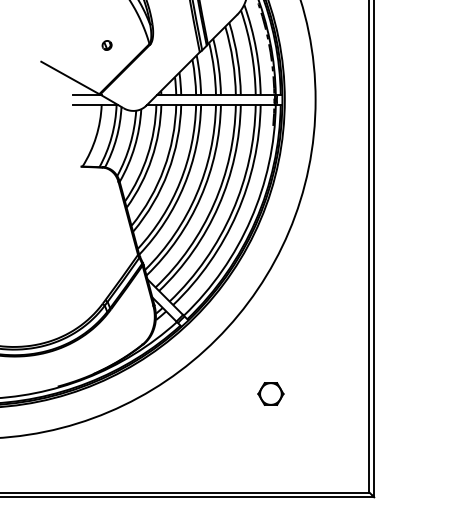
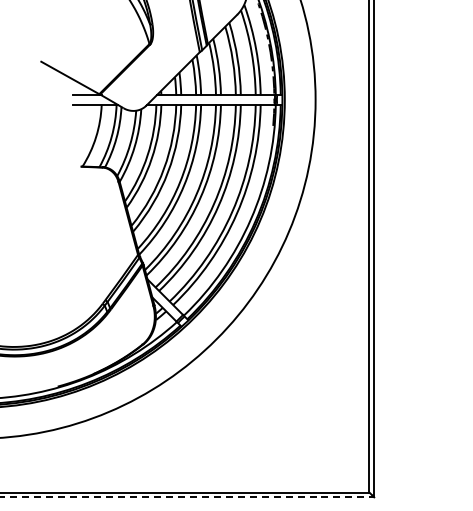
part at (106, 45): present -> none
part at (270, 393): present -> none
line at (187, 497): solid -> dashed
